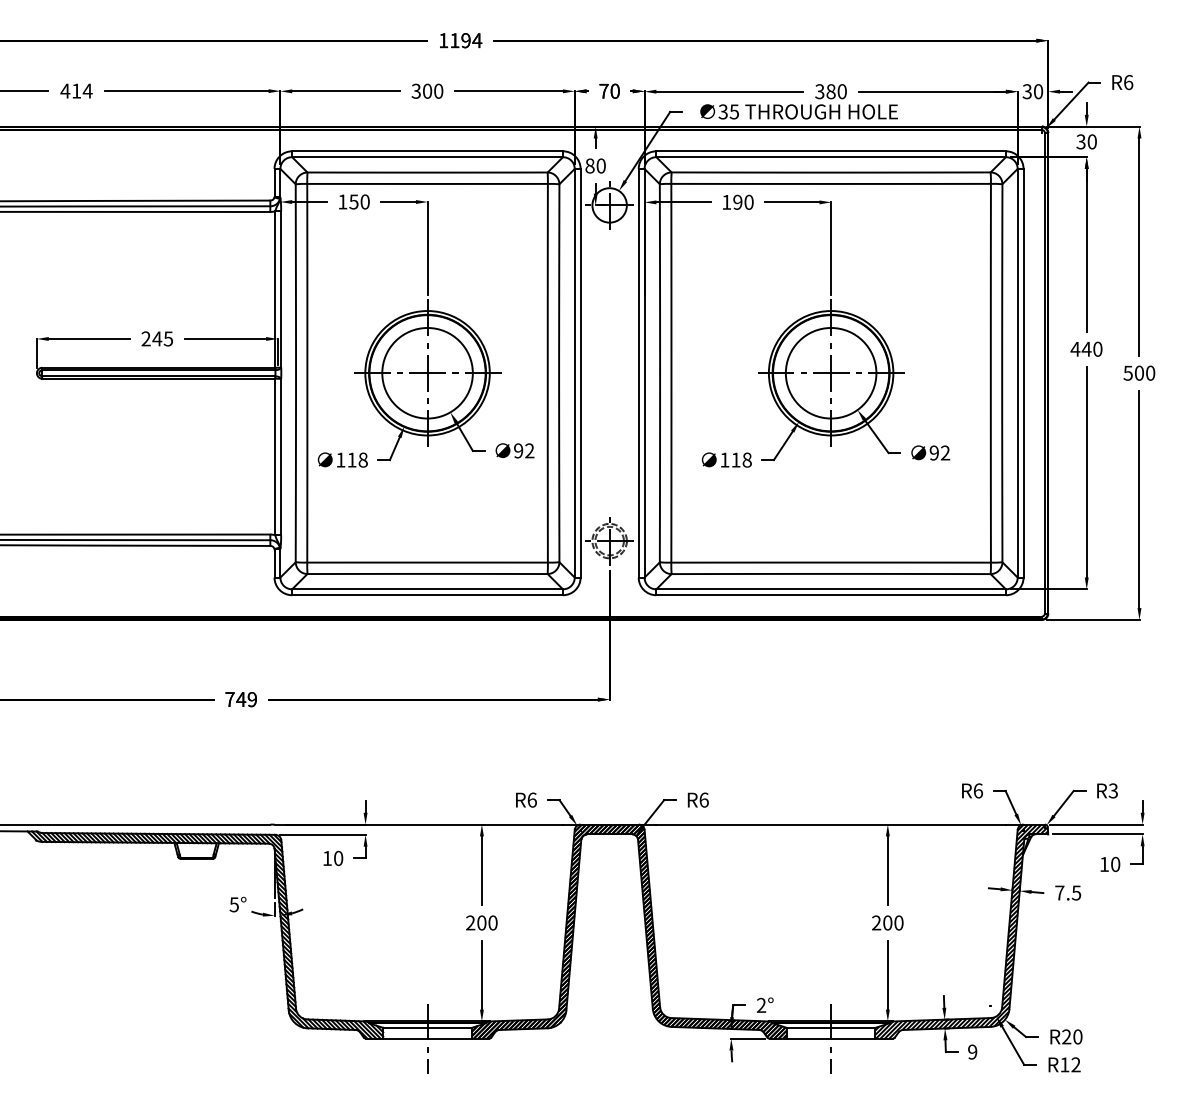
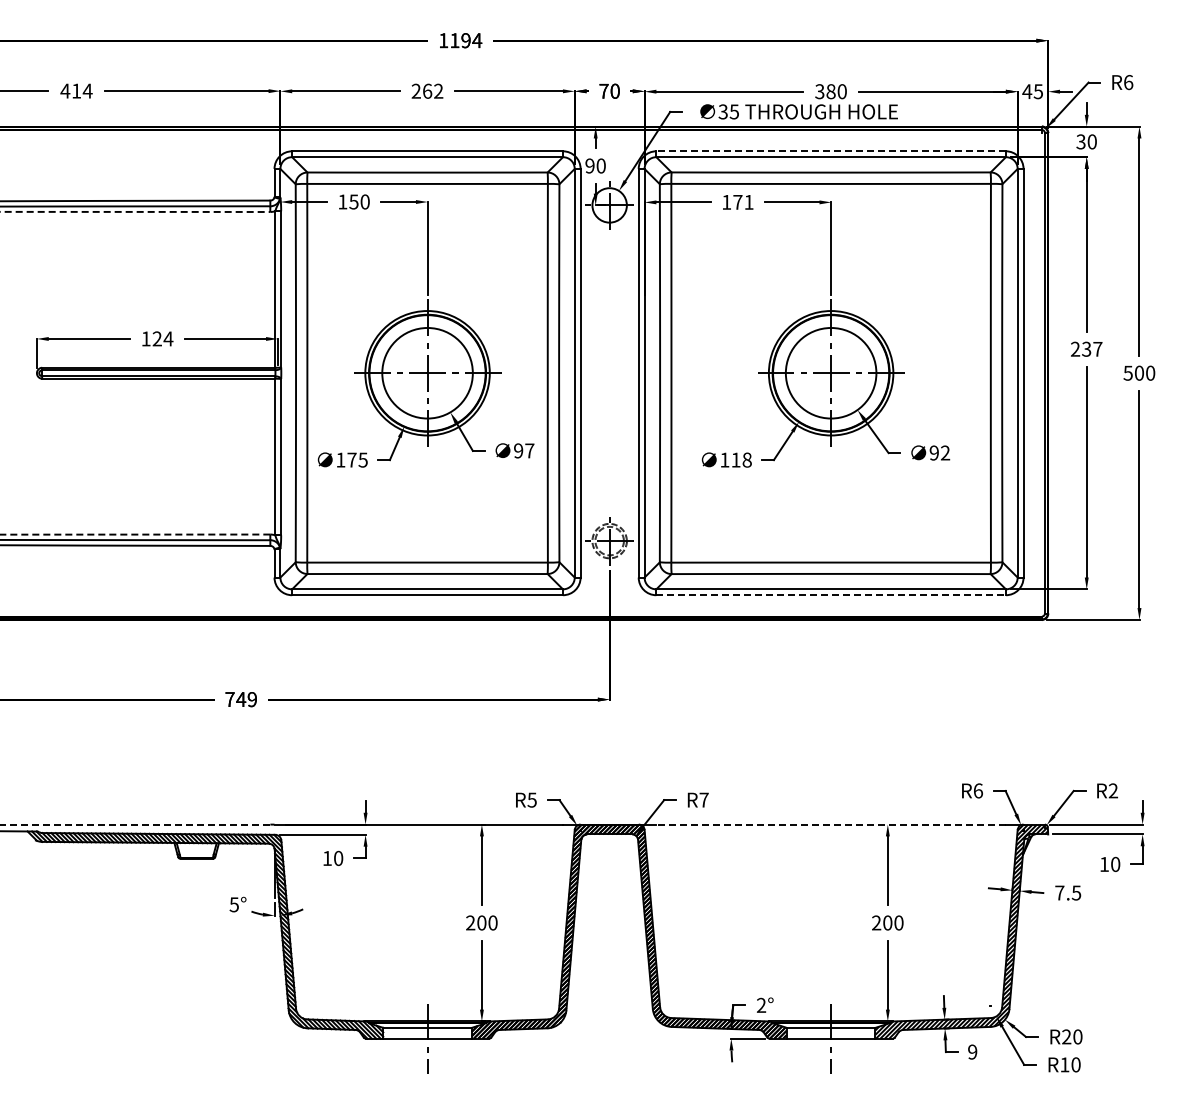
text at (427, 90): 300 -> 262
text at (1032, 91): 30 -> 45
line at (831, 151): solid -> dashed
text at (589, 165): 80 -> 90
text at (743, 201): 190 -> 171
line at (135, 211): solid -> dashed
text at (157, 338): 245 -> 124
text at (1086, 348): 440 -> 237
text at (529, 450): 92 -> 97
text at (357, 459): 118 -> 175
line at (135, 534): solid -> dashed
line at (831, 595): solid -> dashed
text at (1113, 791): R3 -> R2
text at (531, 799): R6 -> R5
text at (703, 799): R6 -> R7
line at (135, 824): solid -> dashed
line at (831, 824): solid -> dashed
text at (1075, 1064): R12 -> R10
